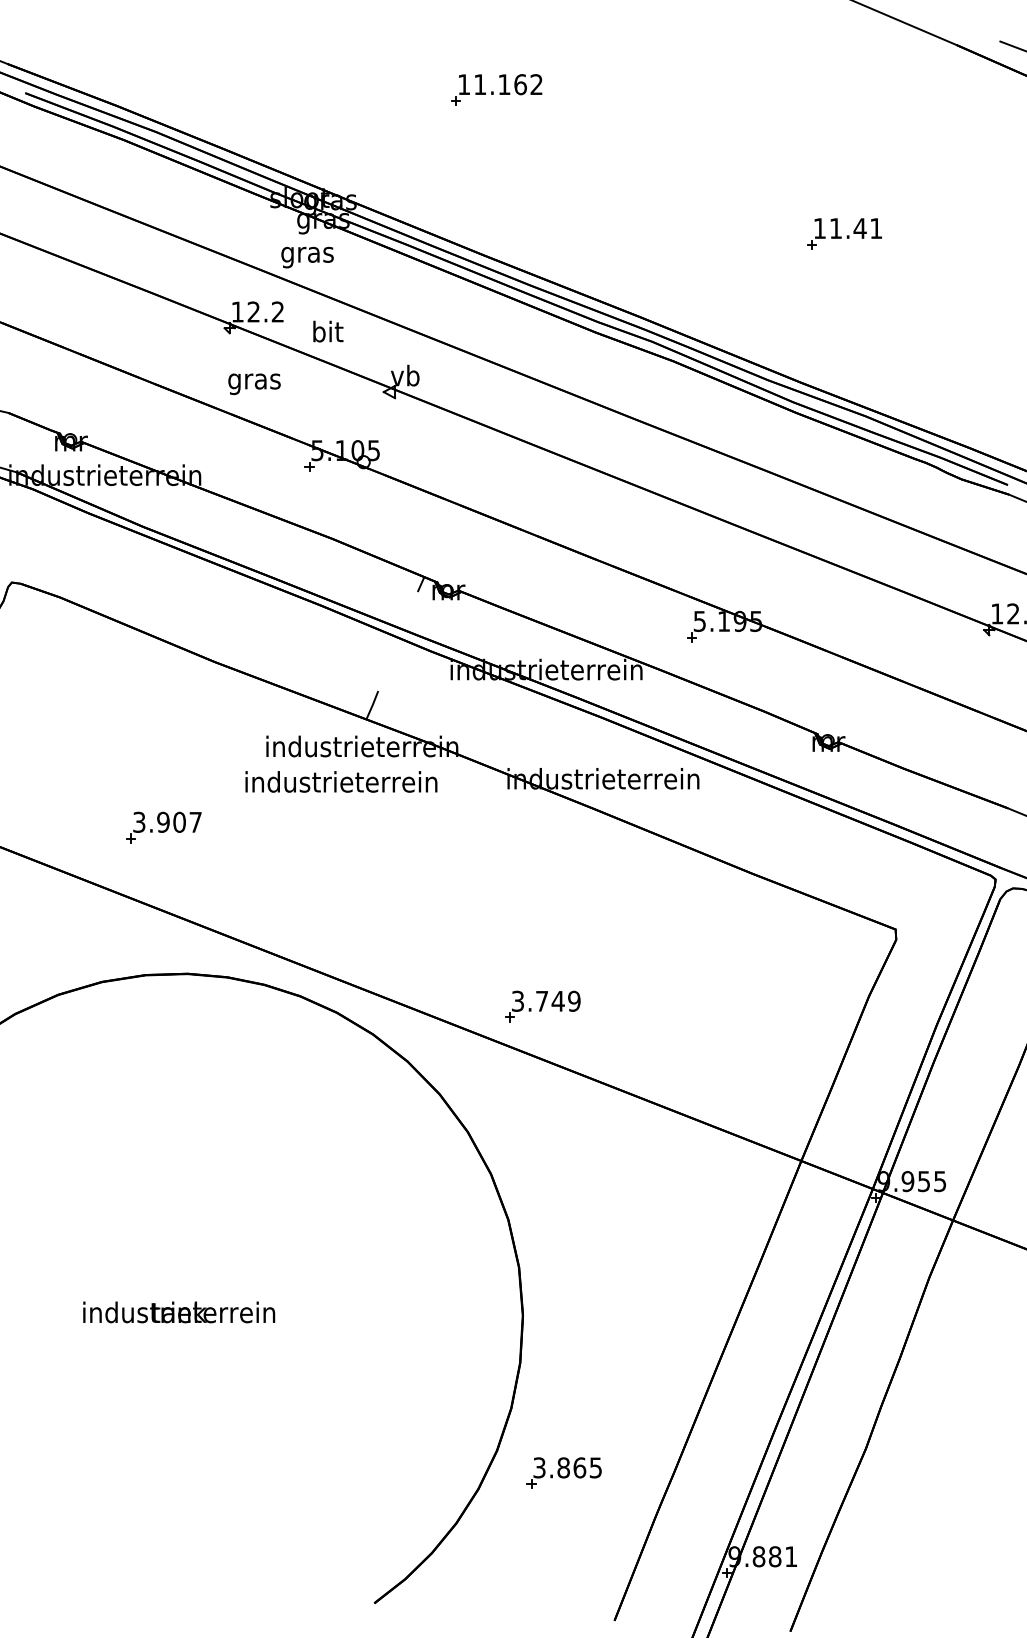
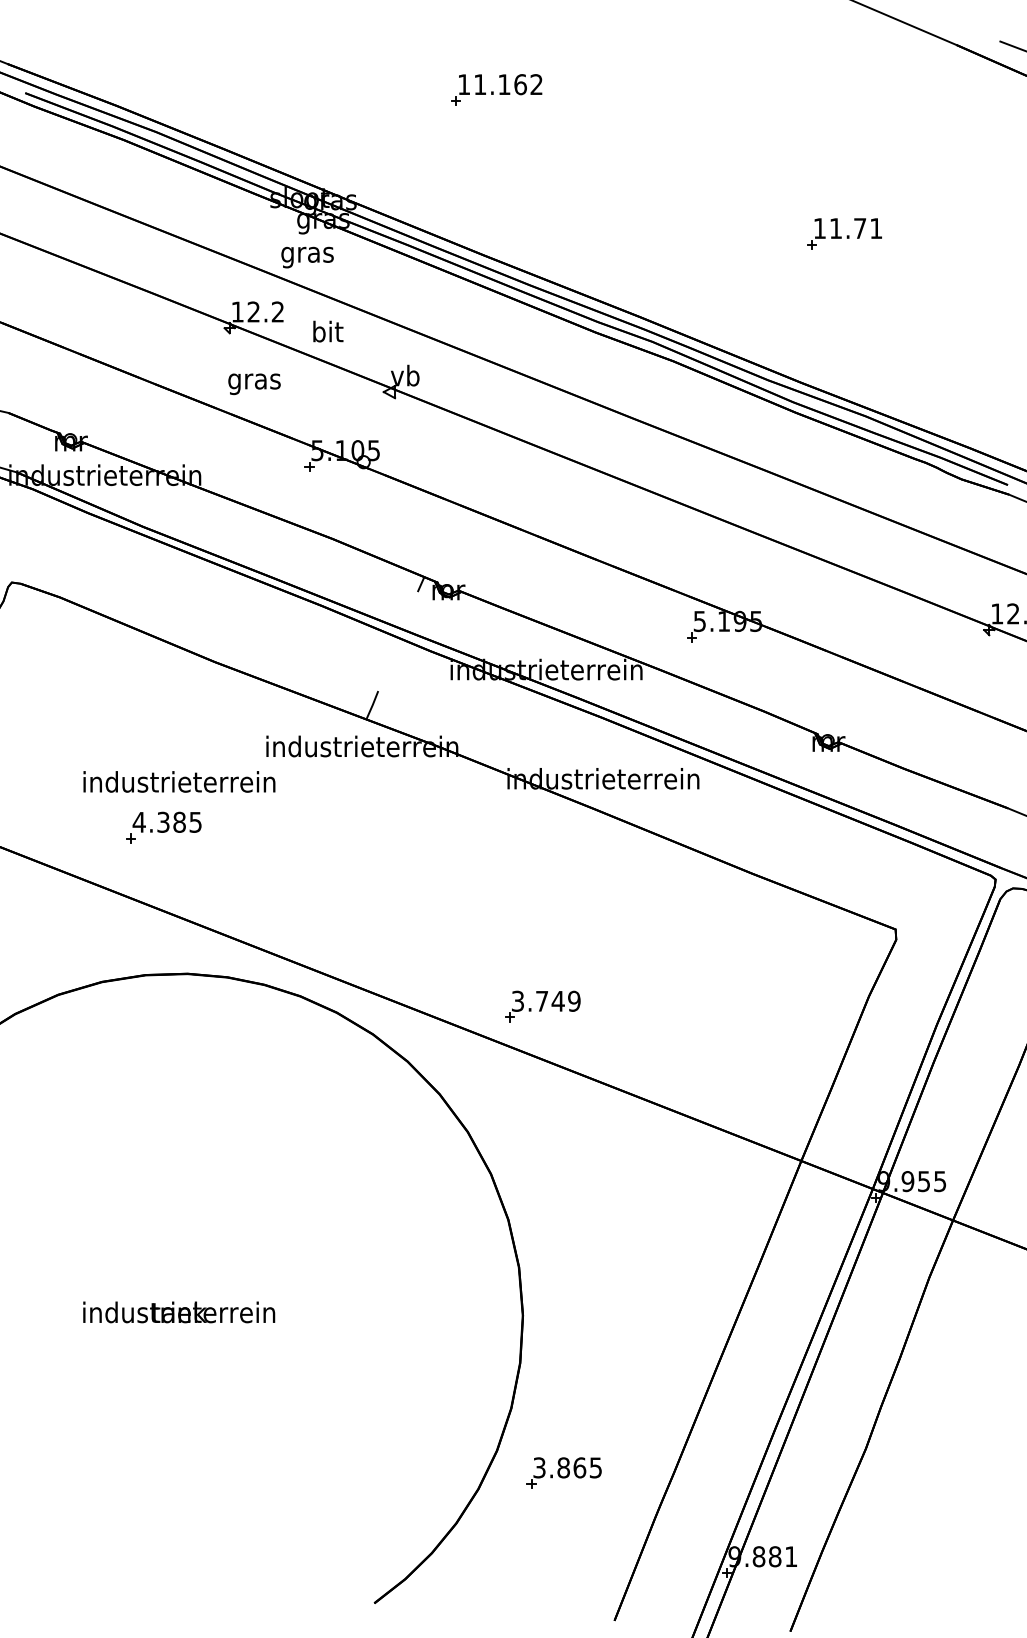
text at (859, 228): 11.41 -> 11.71
text at (341, 781) position: (341, 781) -> (179, 781)
text at (166, 821): 3.907 -> 4.385
